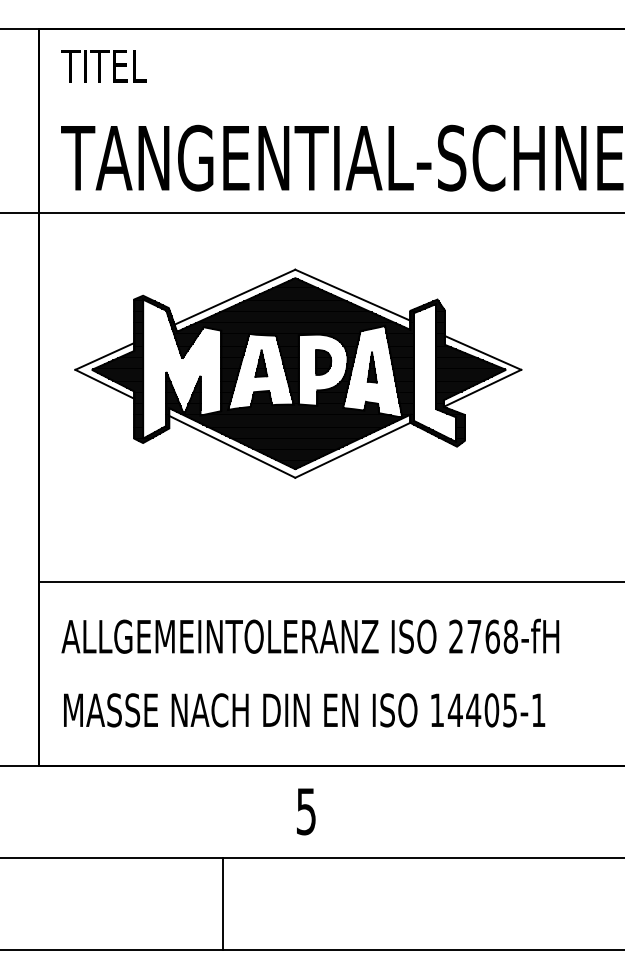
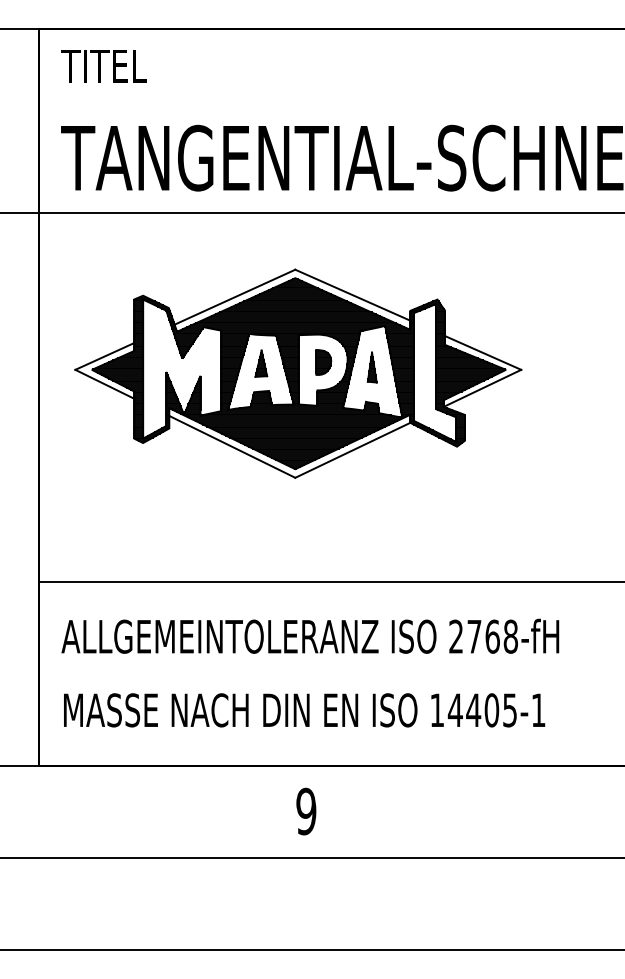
text at (306, 811): 5 -> 9
line at (222, 903): present -> none
